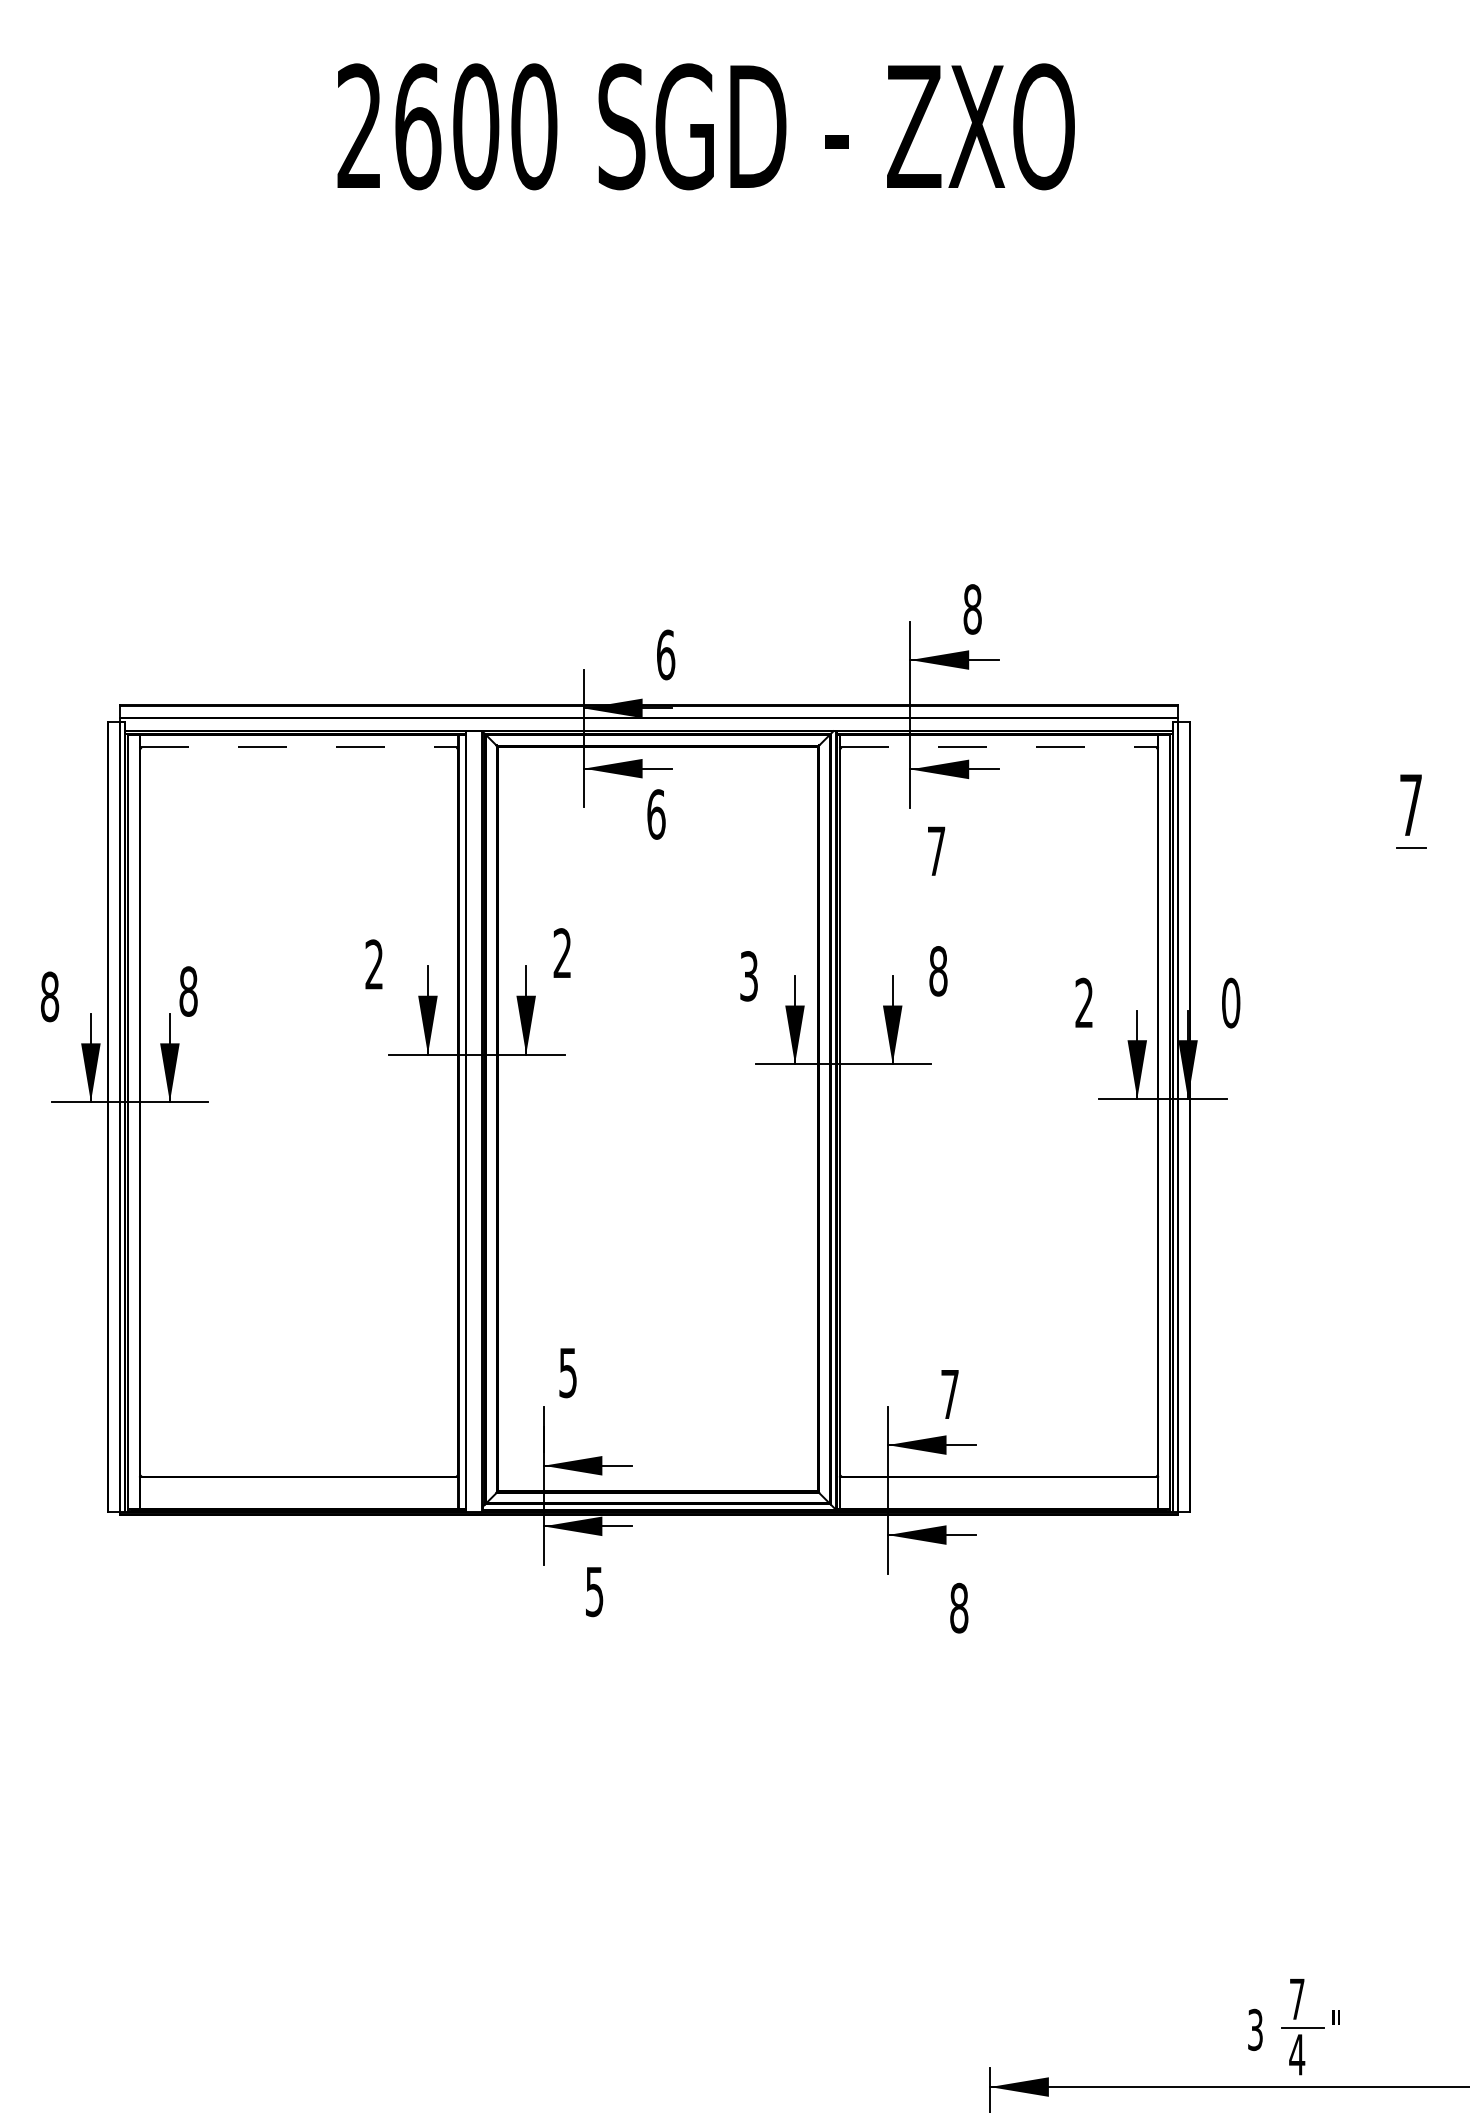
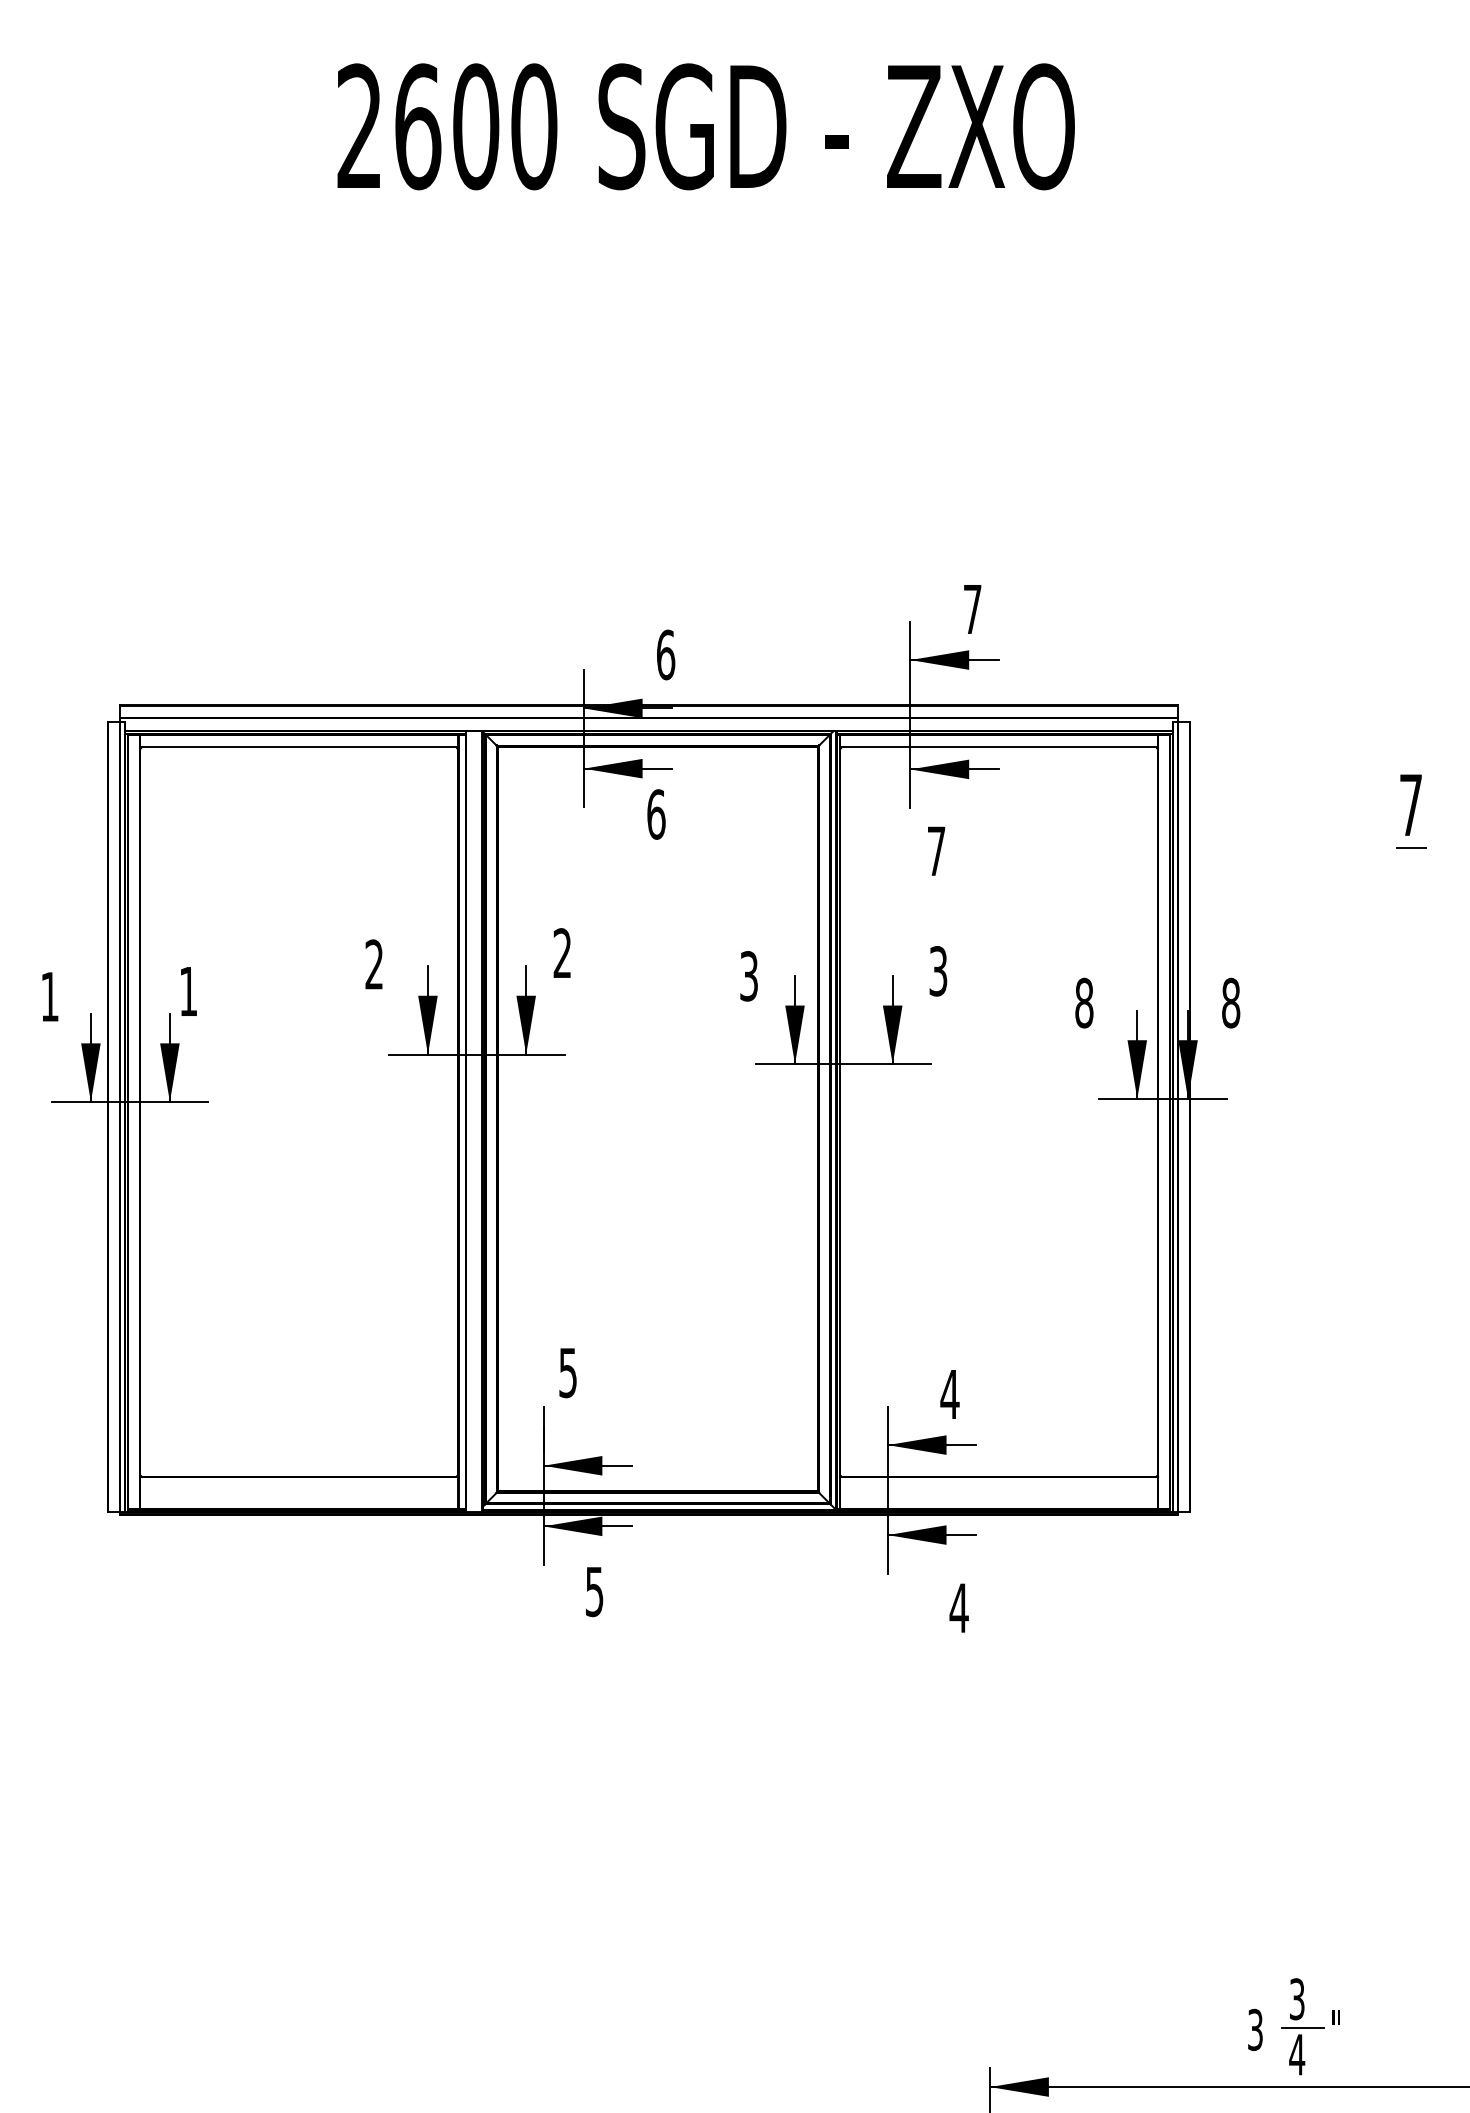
text at (972, 609): 8 -> 7
line at (299, 747): dashed -> solid
line at (999, 747): dashed -> solid
text at (938, 971): 8 -> 3
text at (188, 991): 8 -> 1
text at (50, 996): 8 -> 1
text at (1084, 1002): 2 -> 8
text at (1231, 1003): 0 -> 8
text at (949, 1394): 7 -> 4
text at (958, 1607): 8 -> 4
text at (1297, 1999): 7 -> 3
